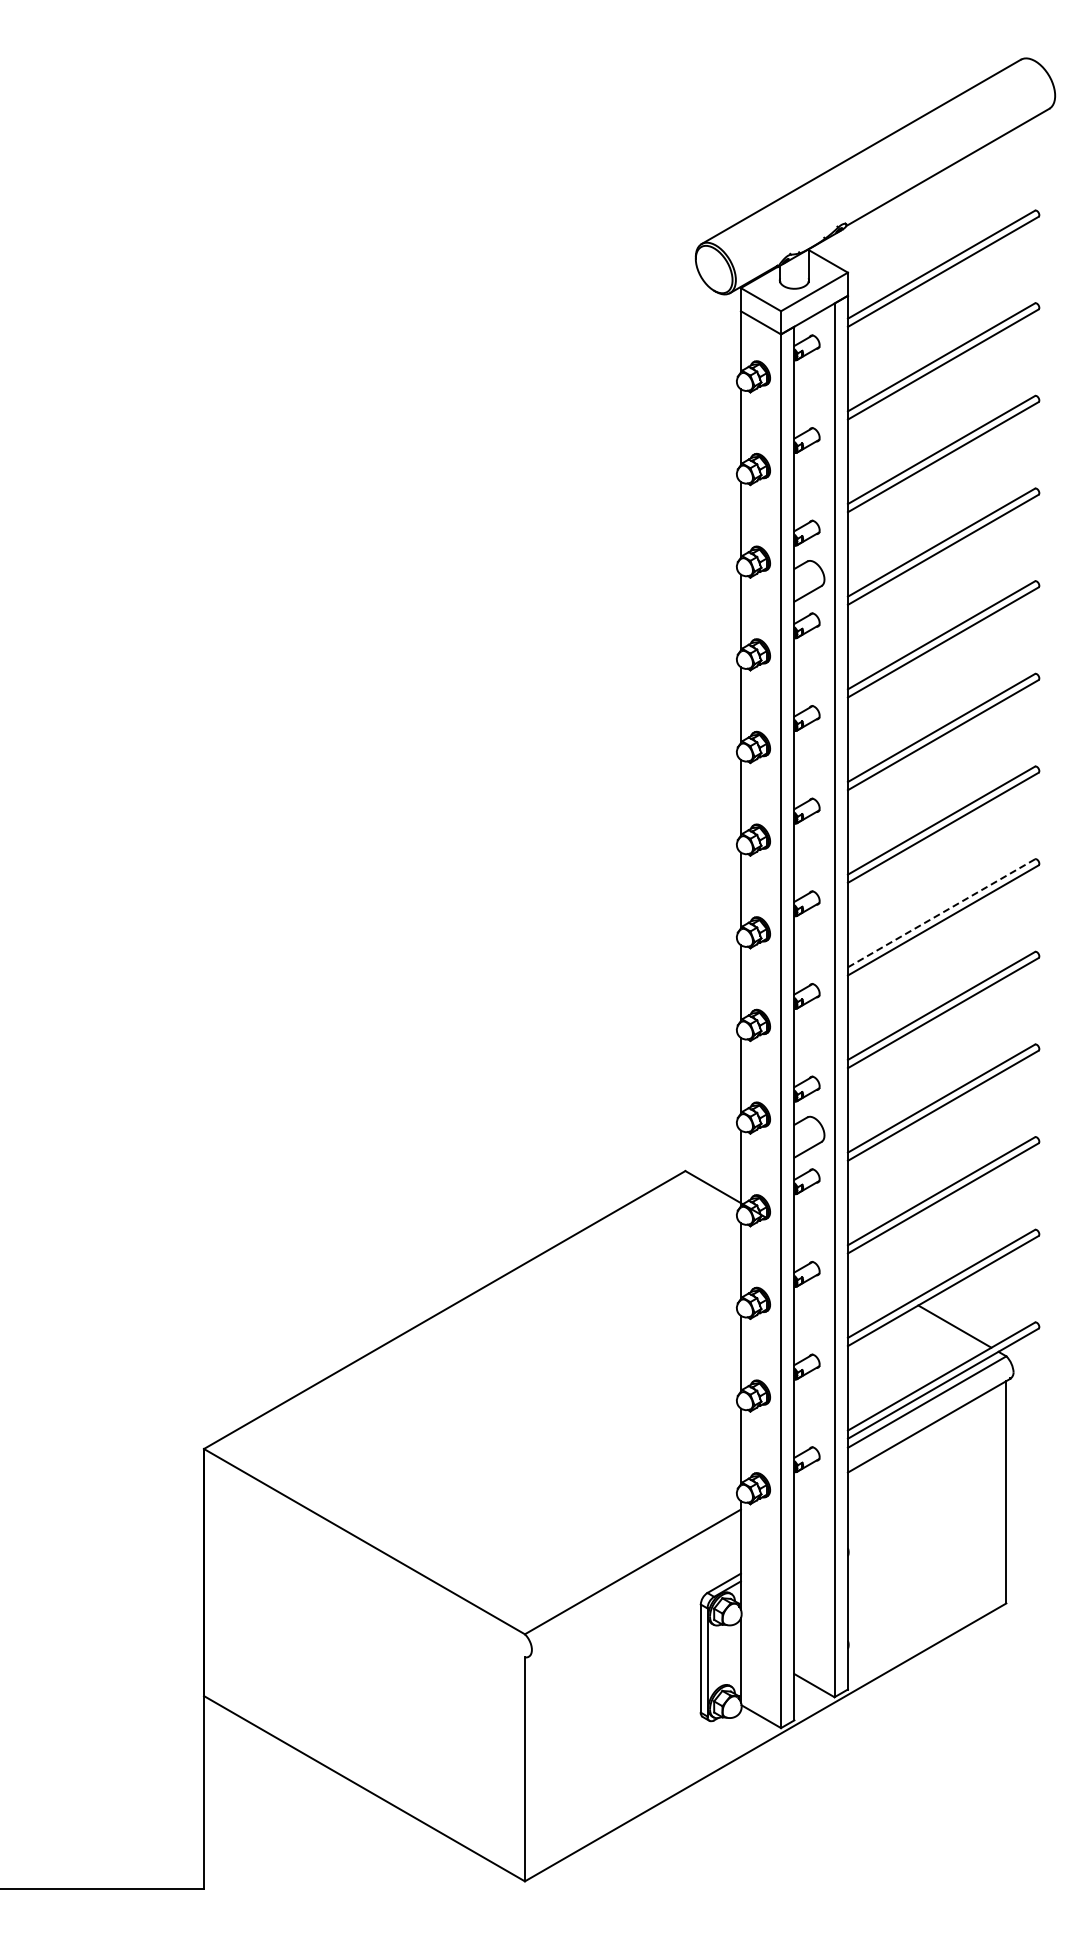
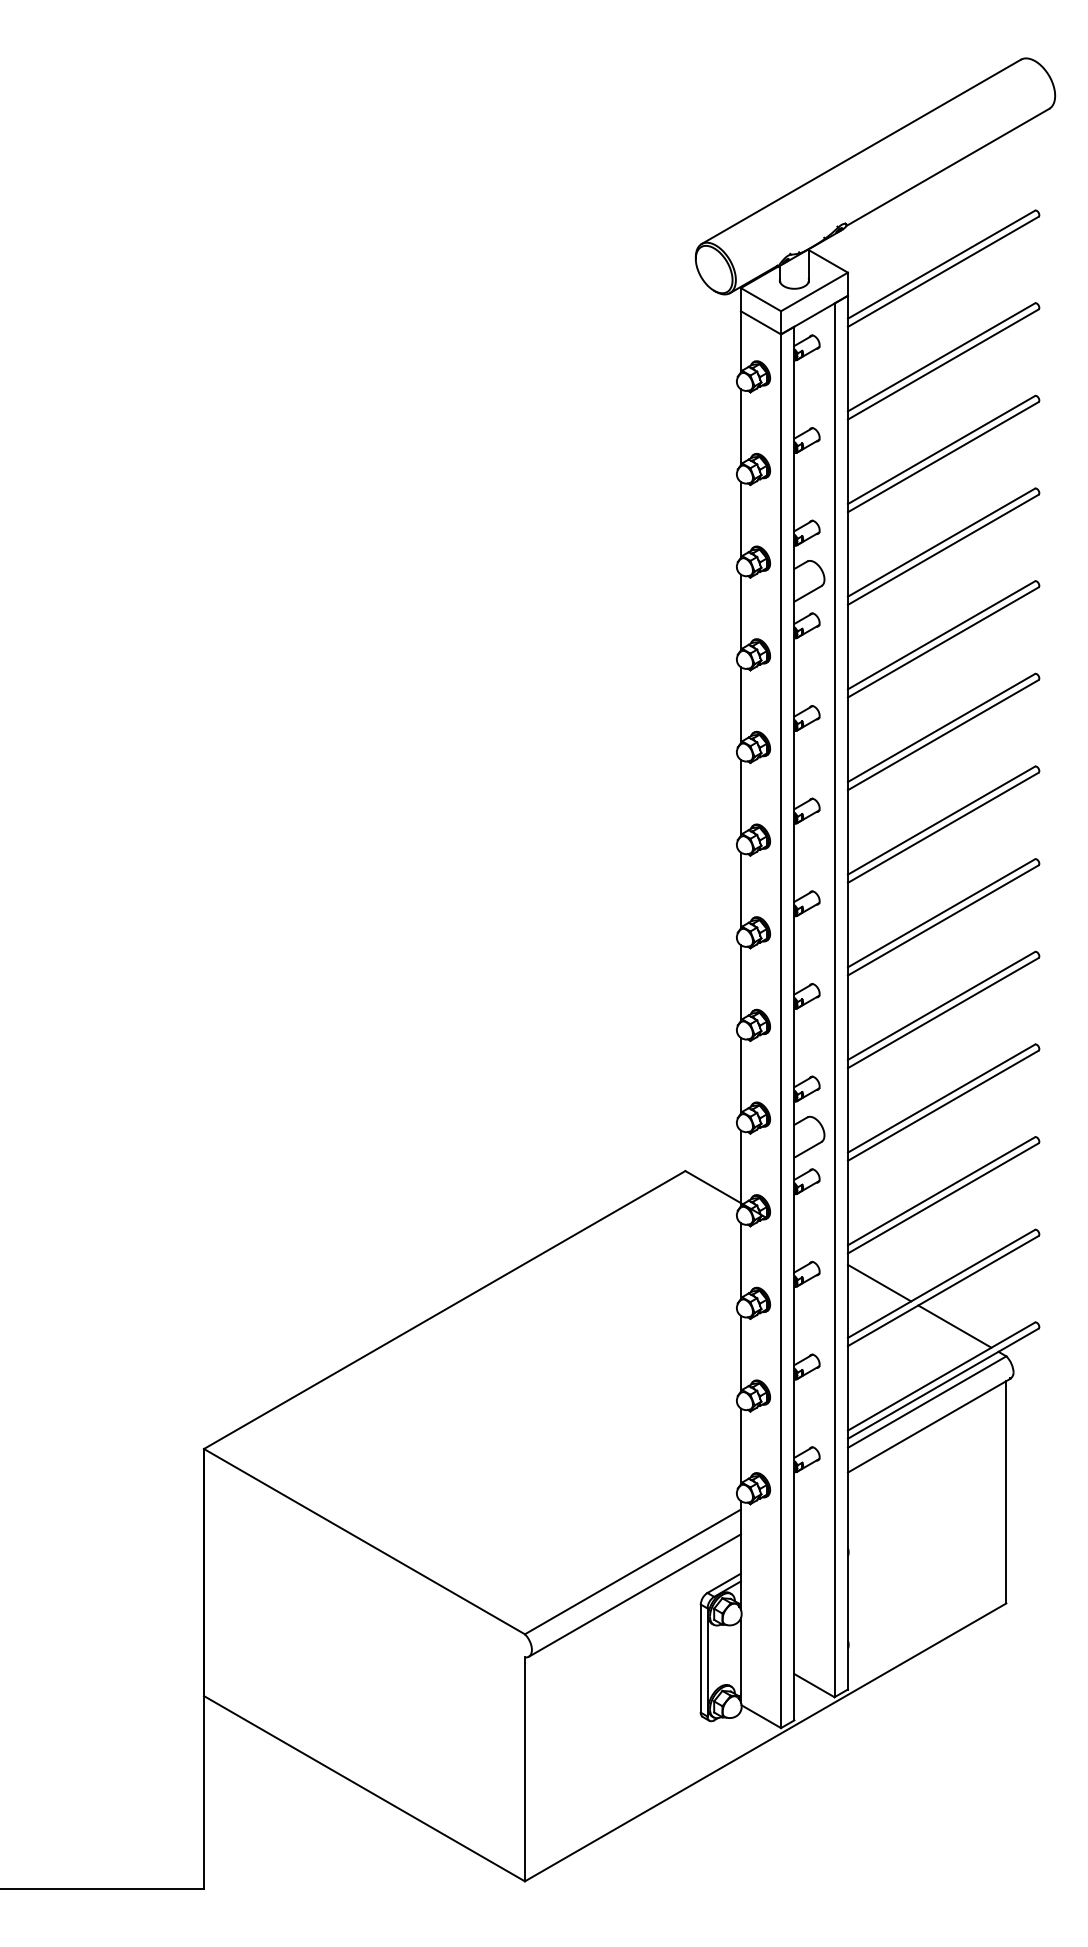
line at (941, 913): dashed -> solid
line at (879, 1282): none -> present
line at (634, 1595): none -> present
